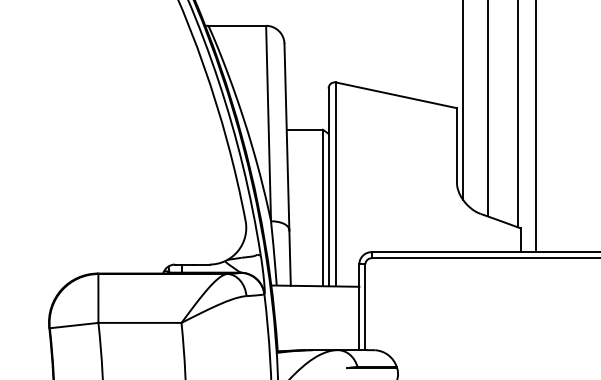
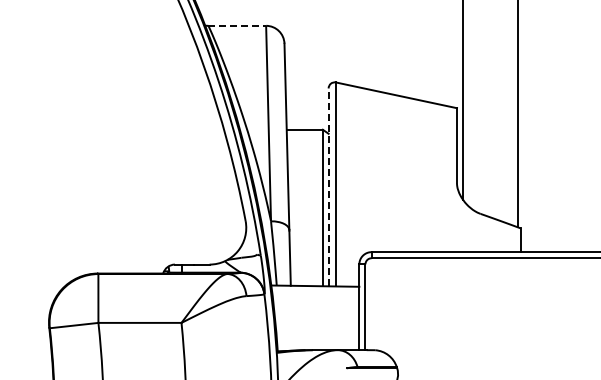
line at (237, 25): solid -> dashed
line at (487, 109): present -> none
line at (536, 127): present -> none
line at (328, 187): solid -> dashed
